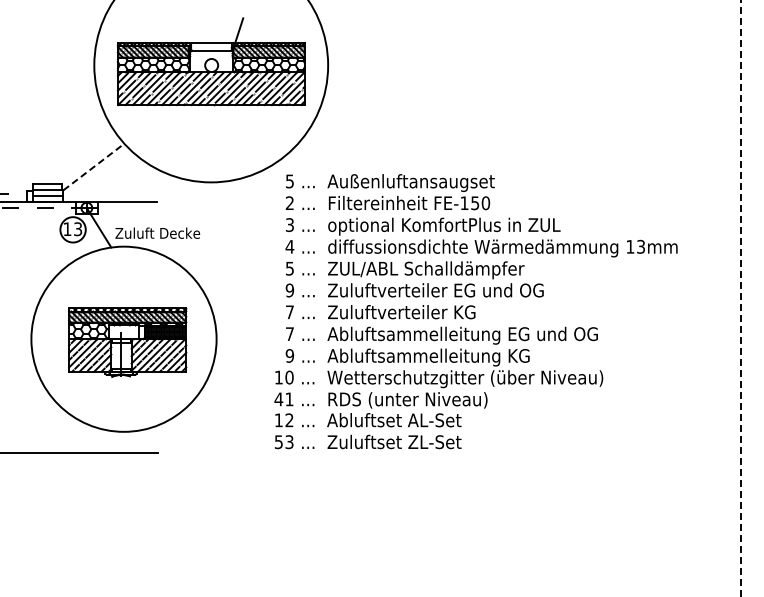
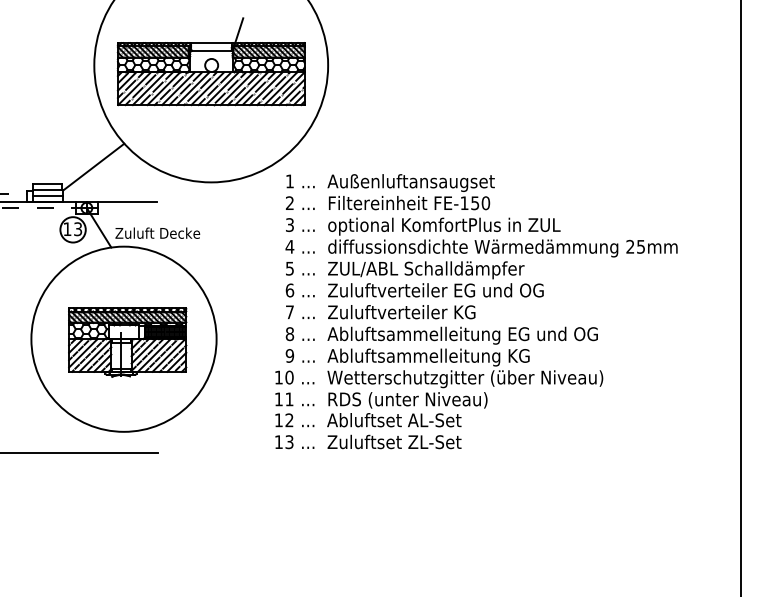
line at (94, 166): dashed -> solid
text at (289, 181): 5 -> 1
text at (635, 246): 13mm -> 25mm
text at (289, 290): 9 -> 6
line at (741, 298): dashed -> solid
text at (289, 334): 7 -> 8
text at (278, 399): 41 -> 11
text at (278, 442): 53 -> 13
